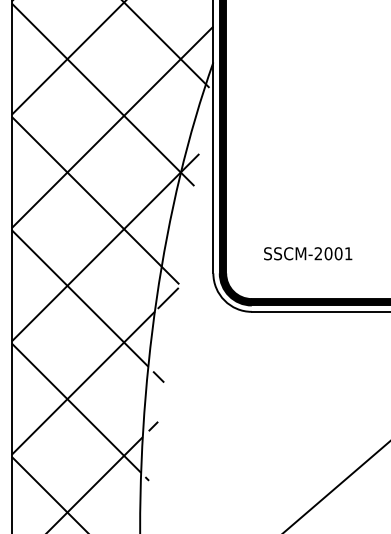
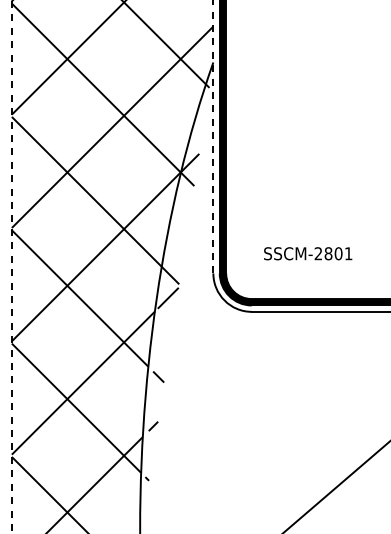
line at (213, 136): solid -> dashed
text at (328, 253): SSCM-2001 -> SSCM-2801
line at (11, 267): solid -> dashed
